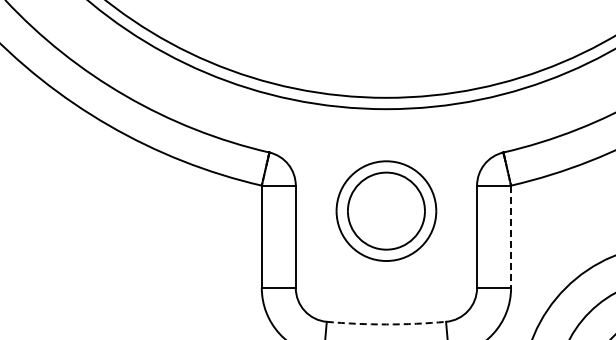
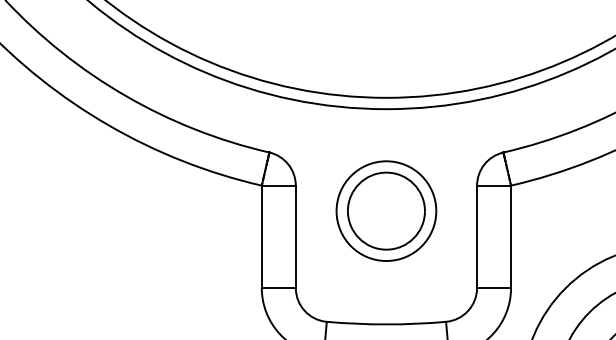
line at (511, 237): dashed -> solid
arc at (386, 324): dashed -> solid
